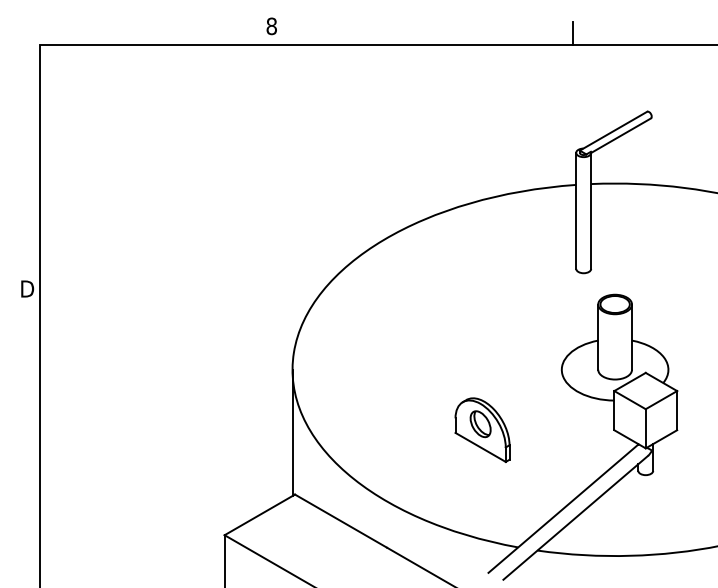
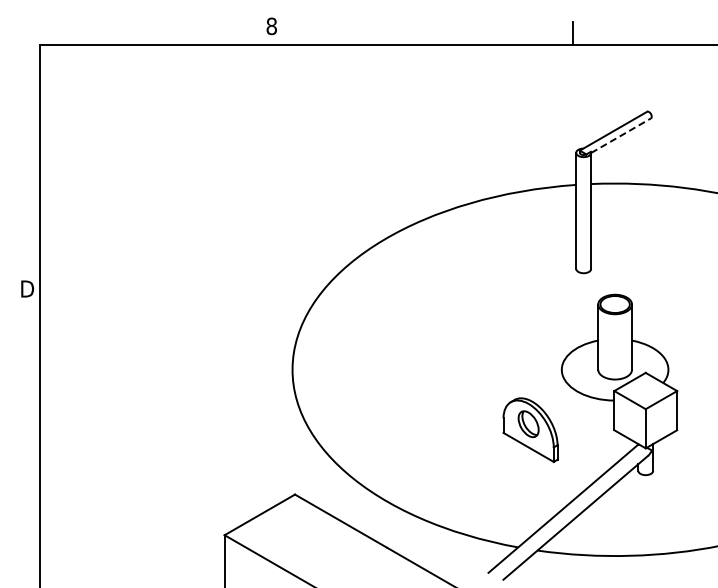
line at (621, 135): solid -> dashed
part at (482, 429) position: (482, 429) -> (530, 429)
line at (292, 432): present -> none
